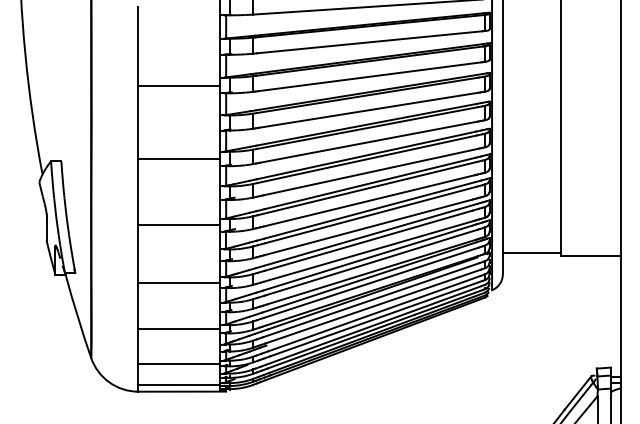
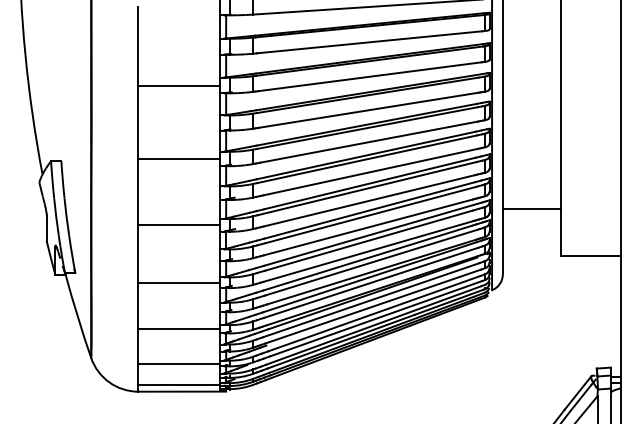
line at (531, 252) position: (531, 252) -> (531, 208)
